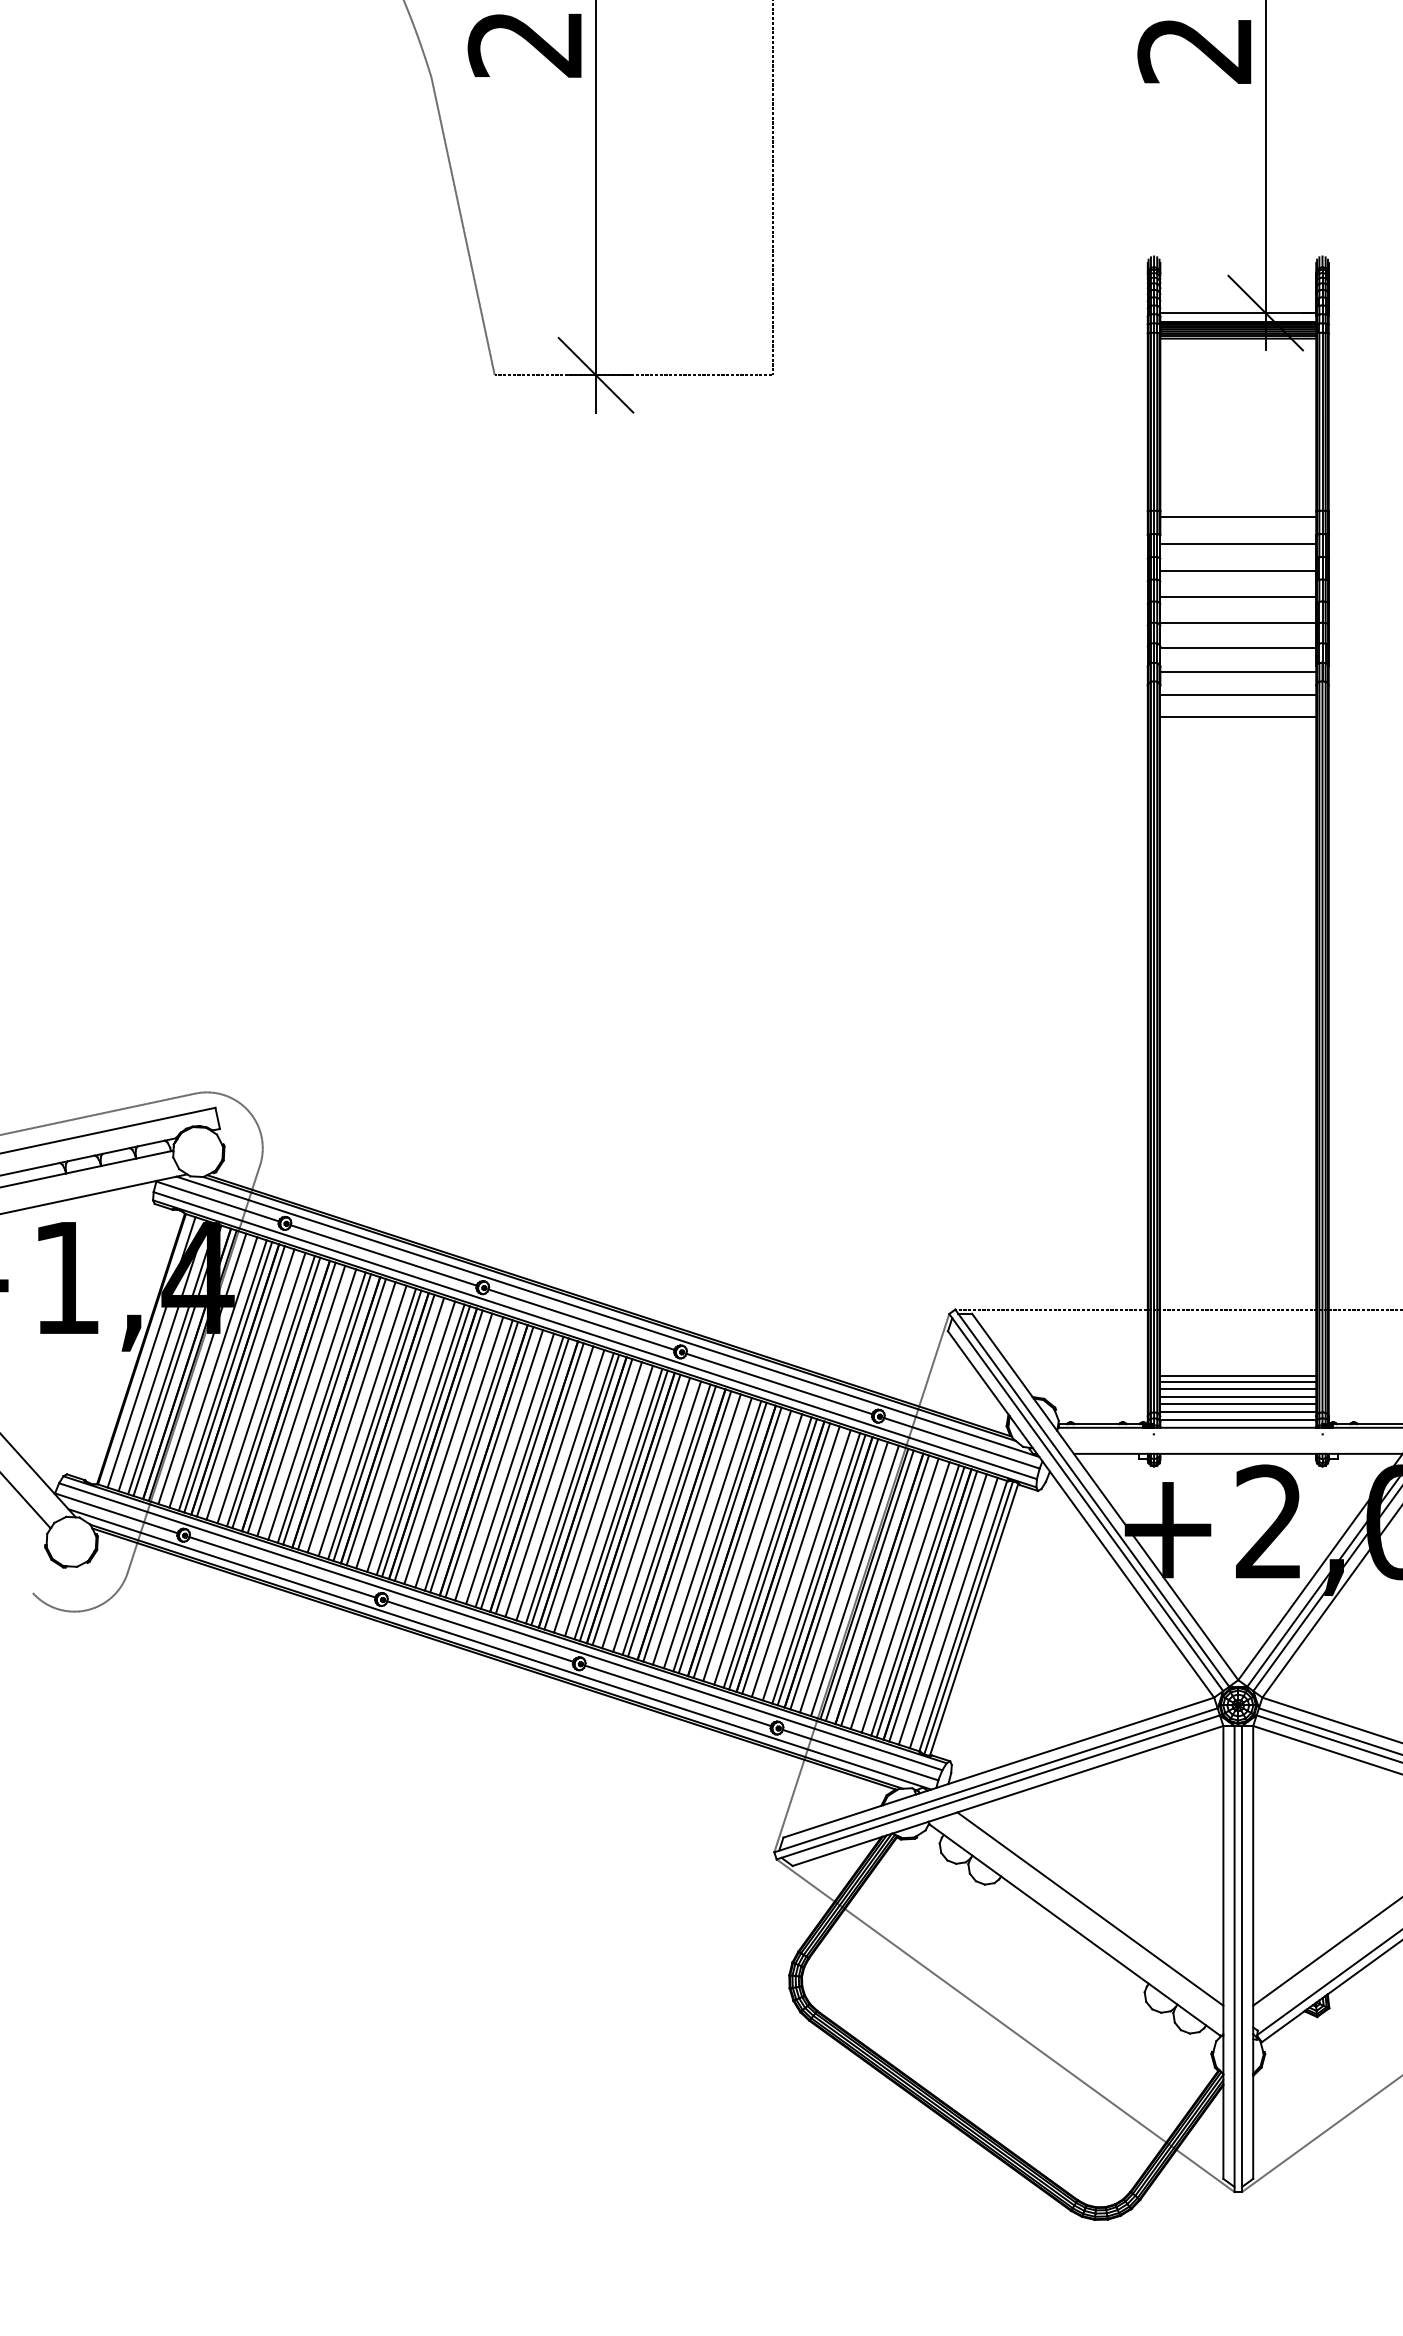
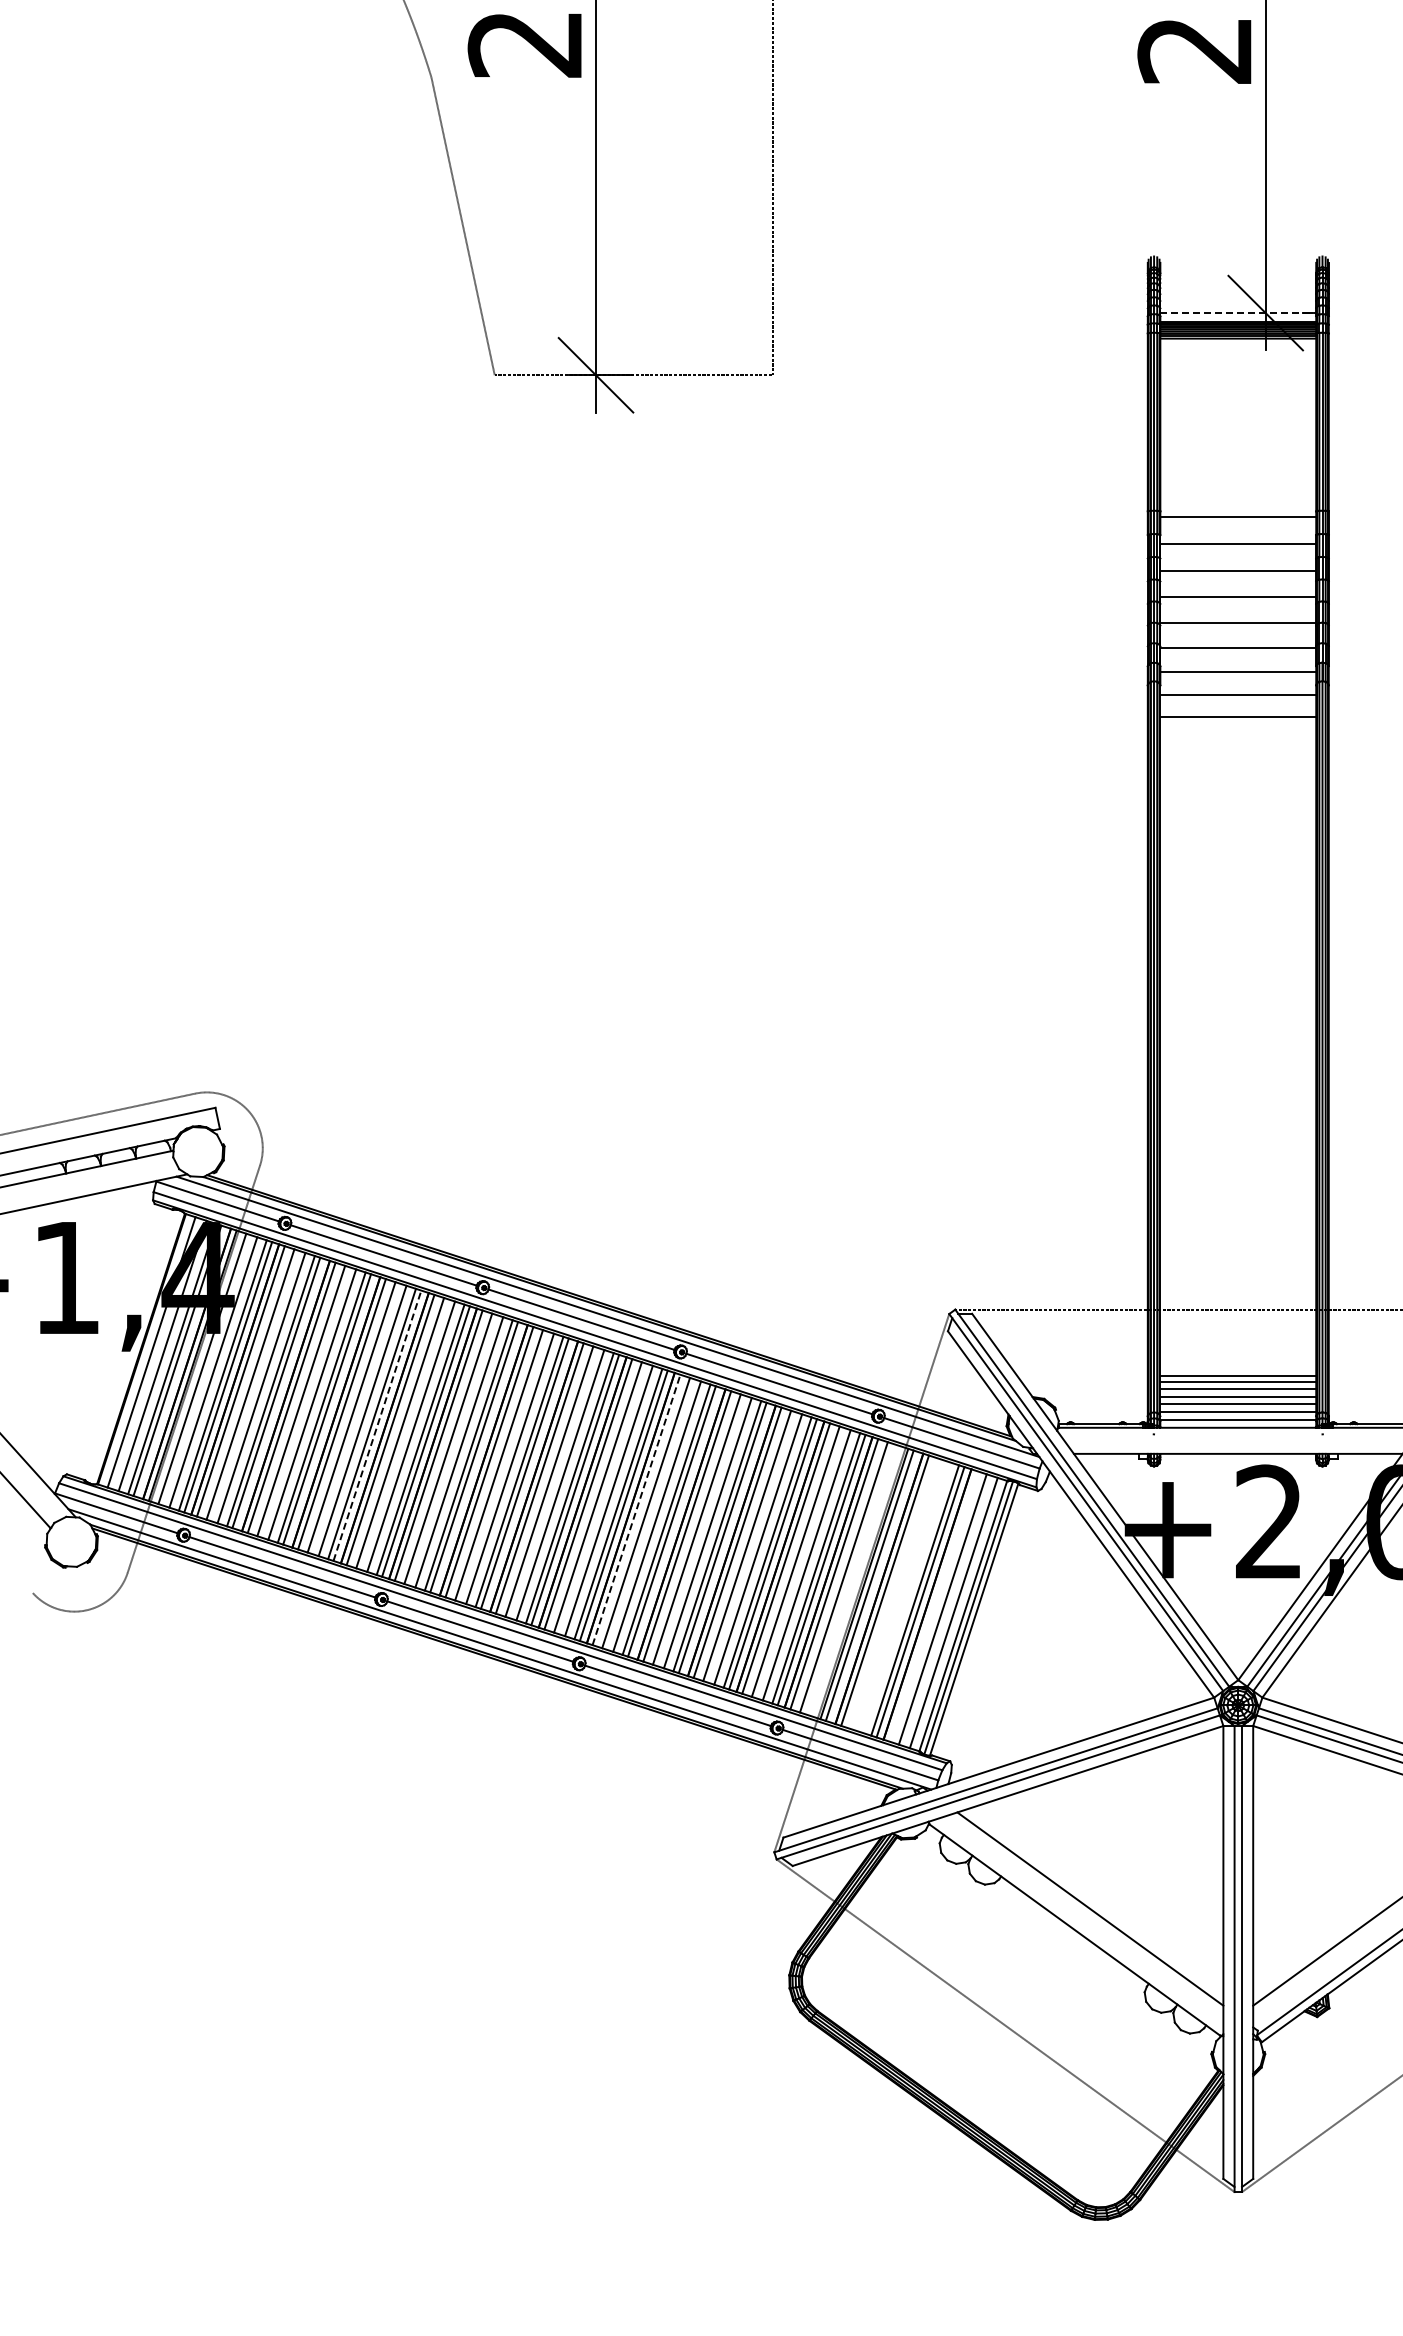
line at (1238, 313): solid -> dashed
line at (377, 1425): solid -> dashed
line at (636, 1509): solid -> dashed
line at (854, 1580): present -> none
line at (894, 1593): present -> none
line at (905, 1597): present -> none
line at (933, 1606): present -> none
